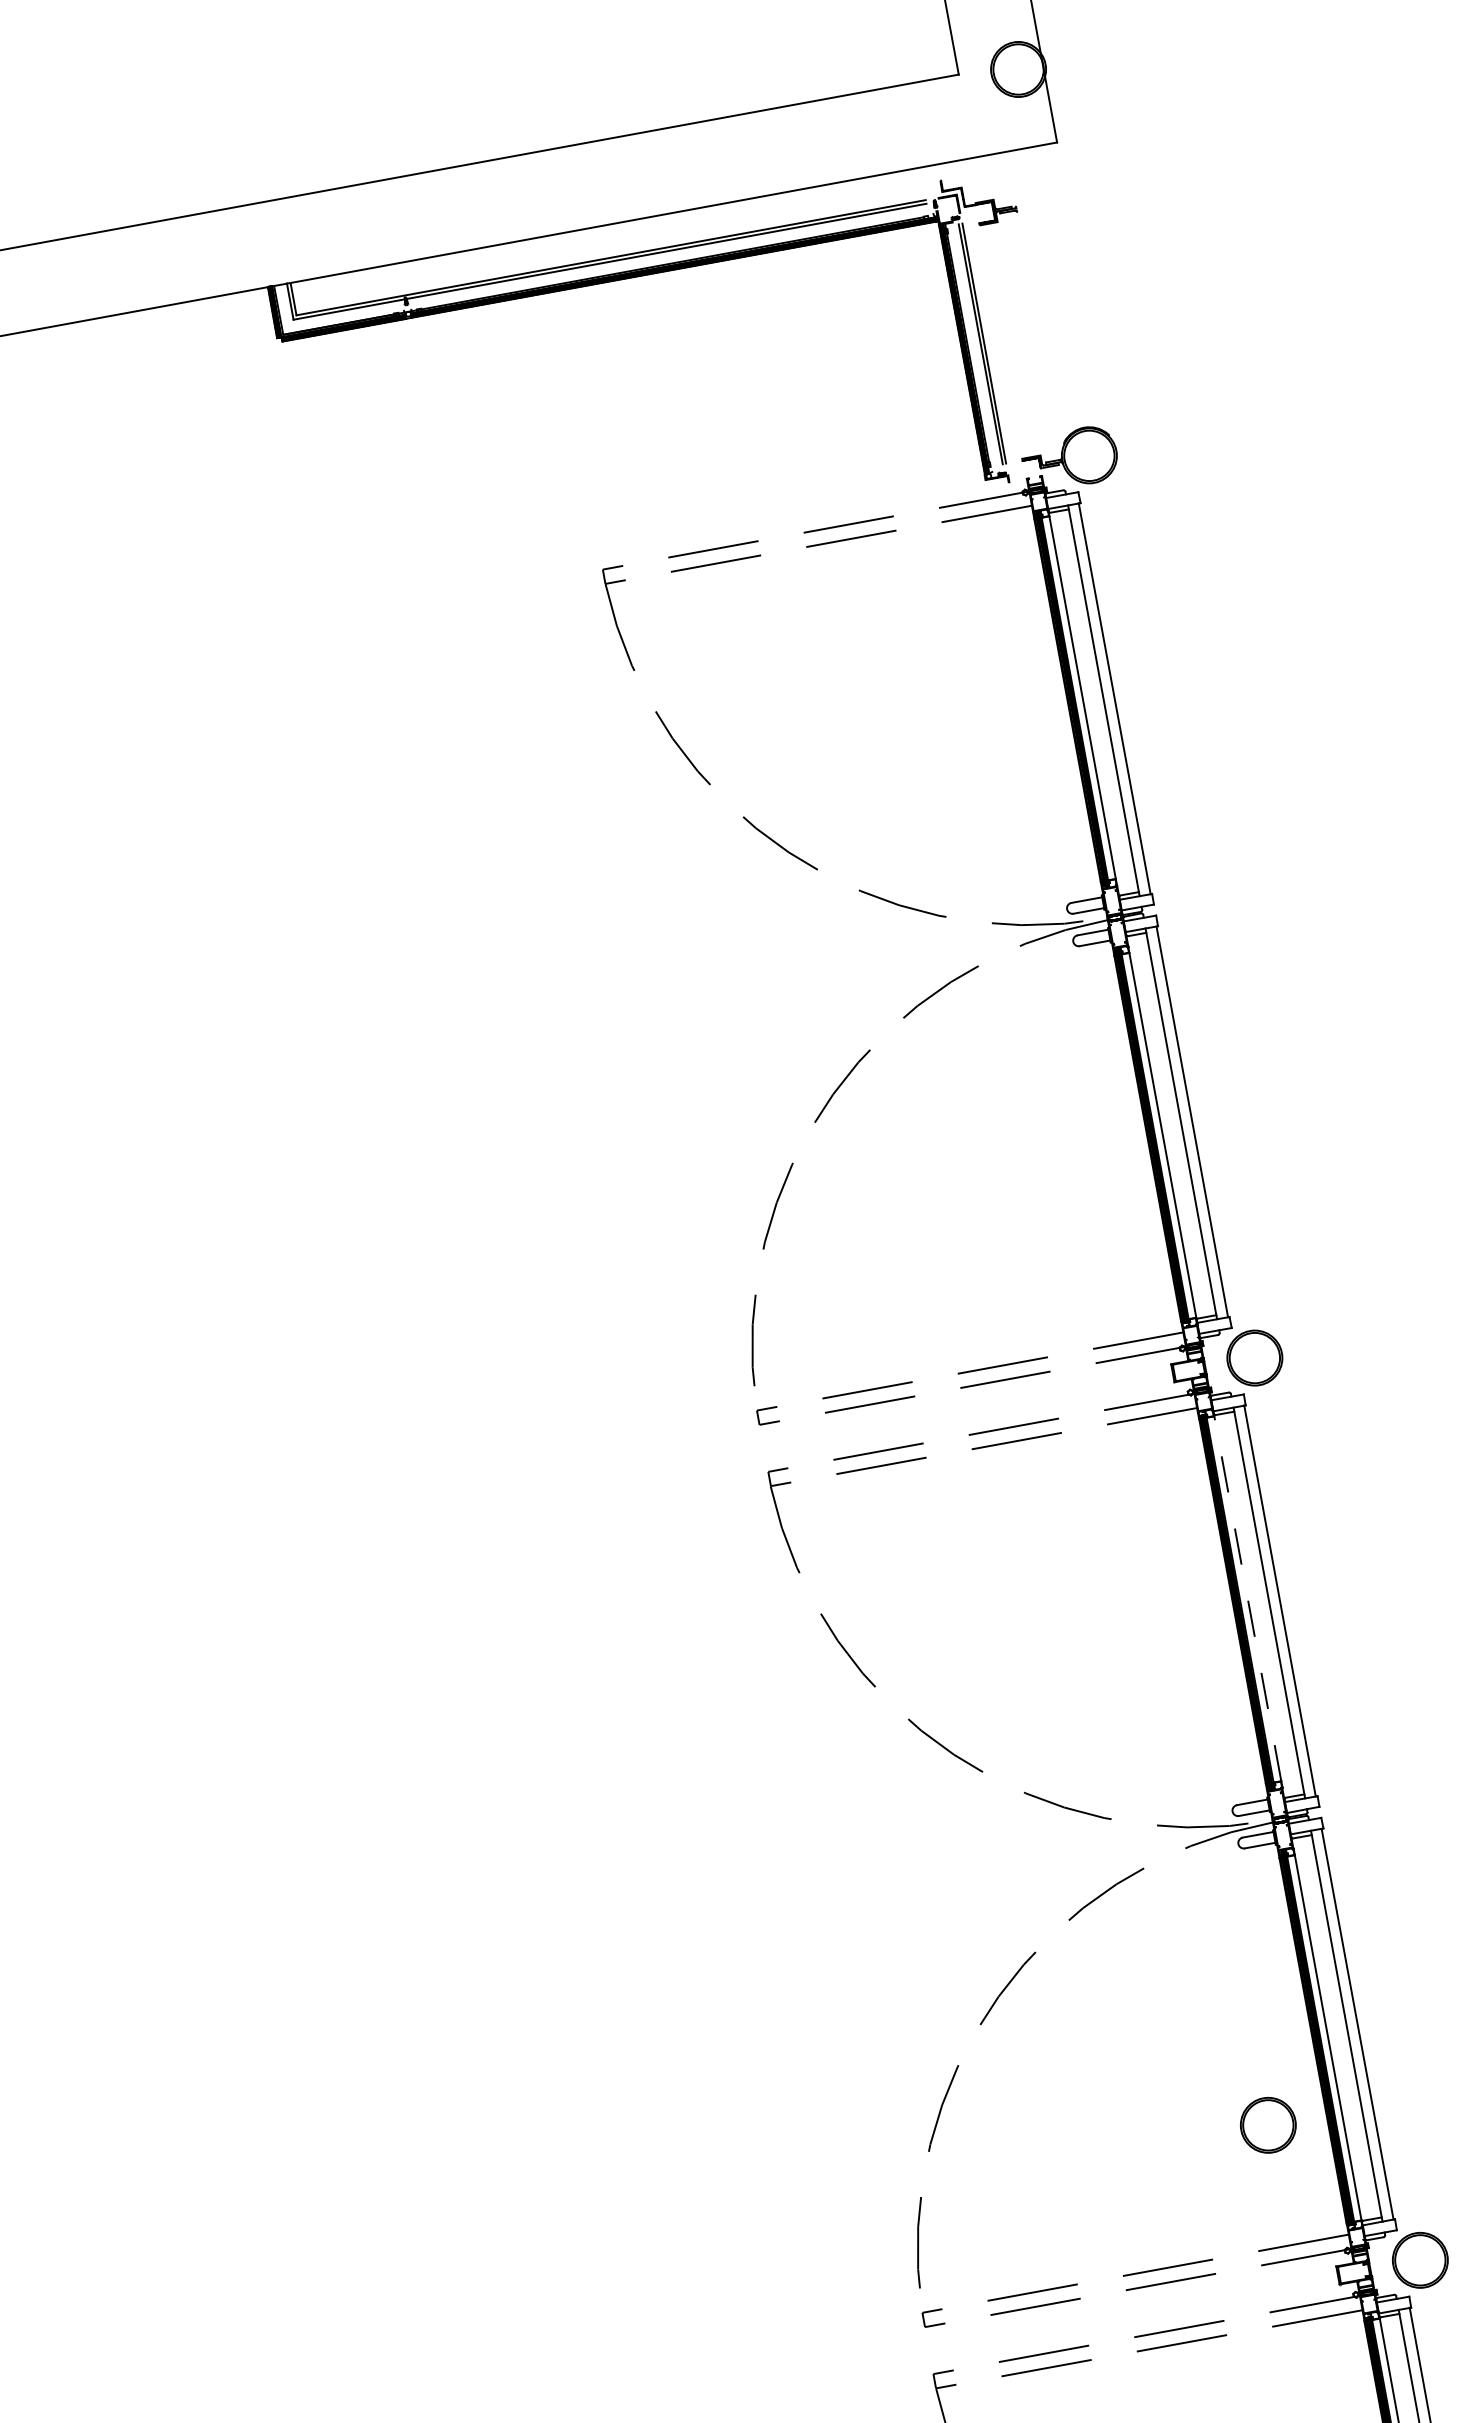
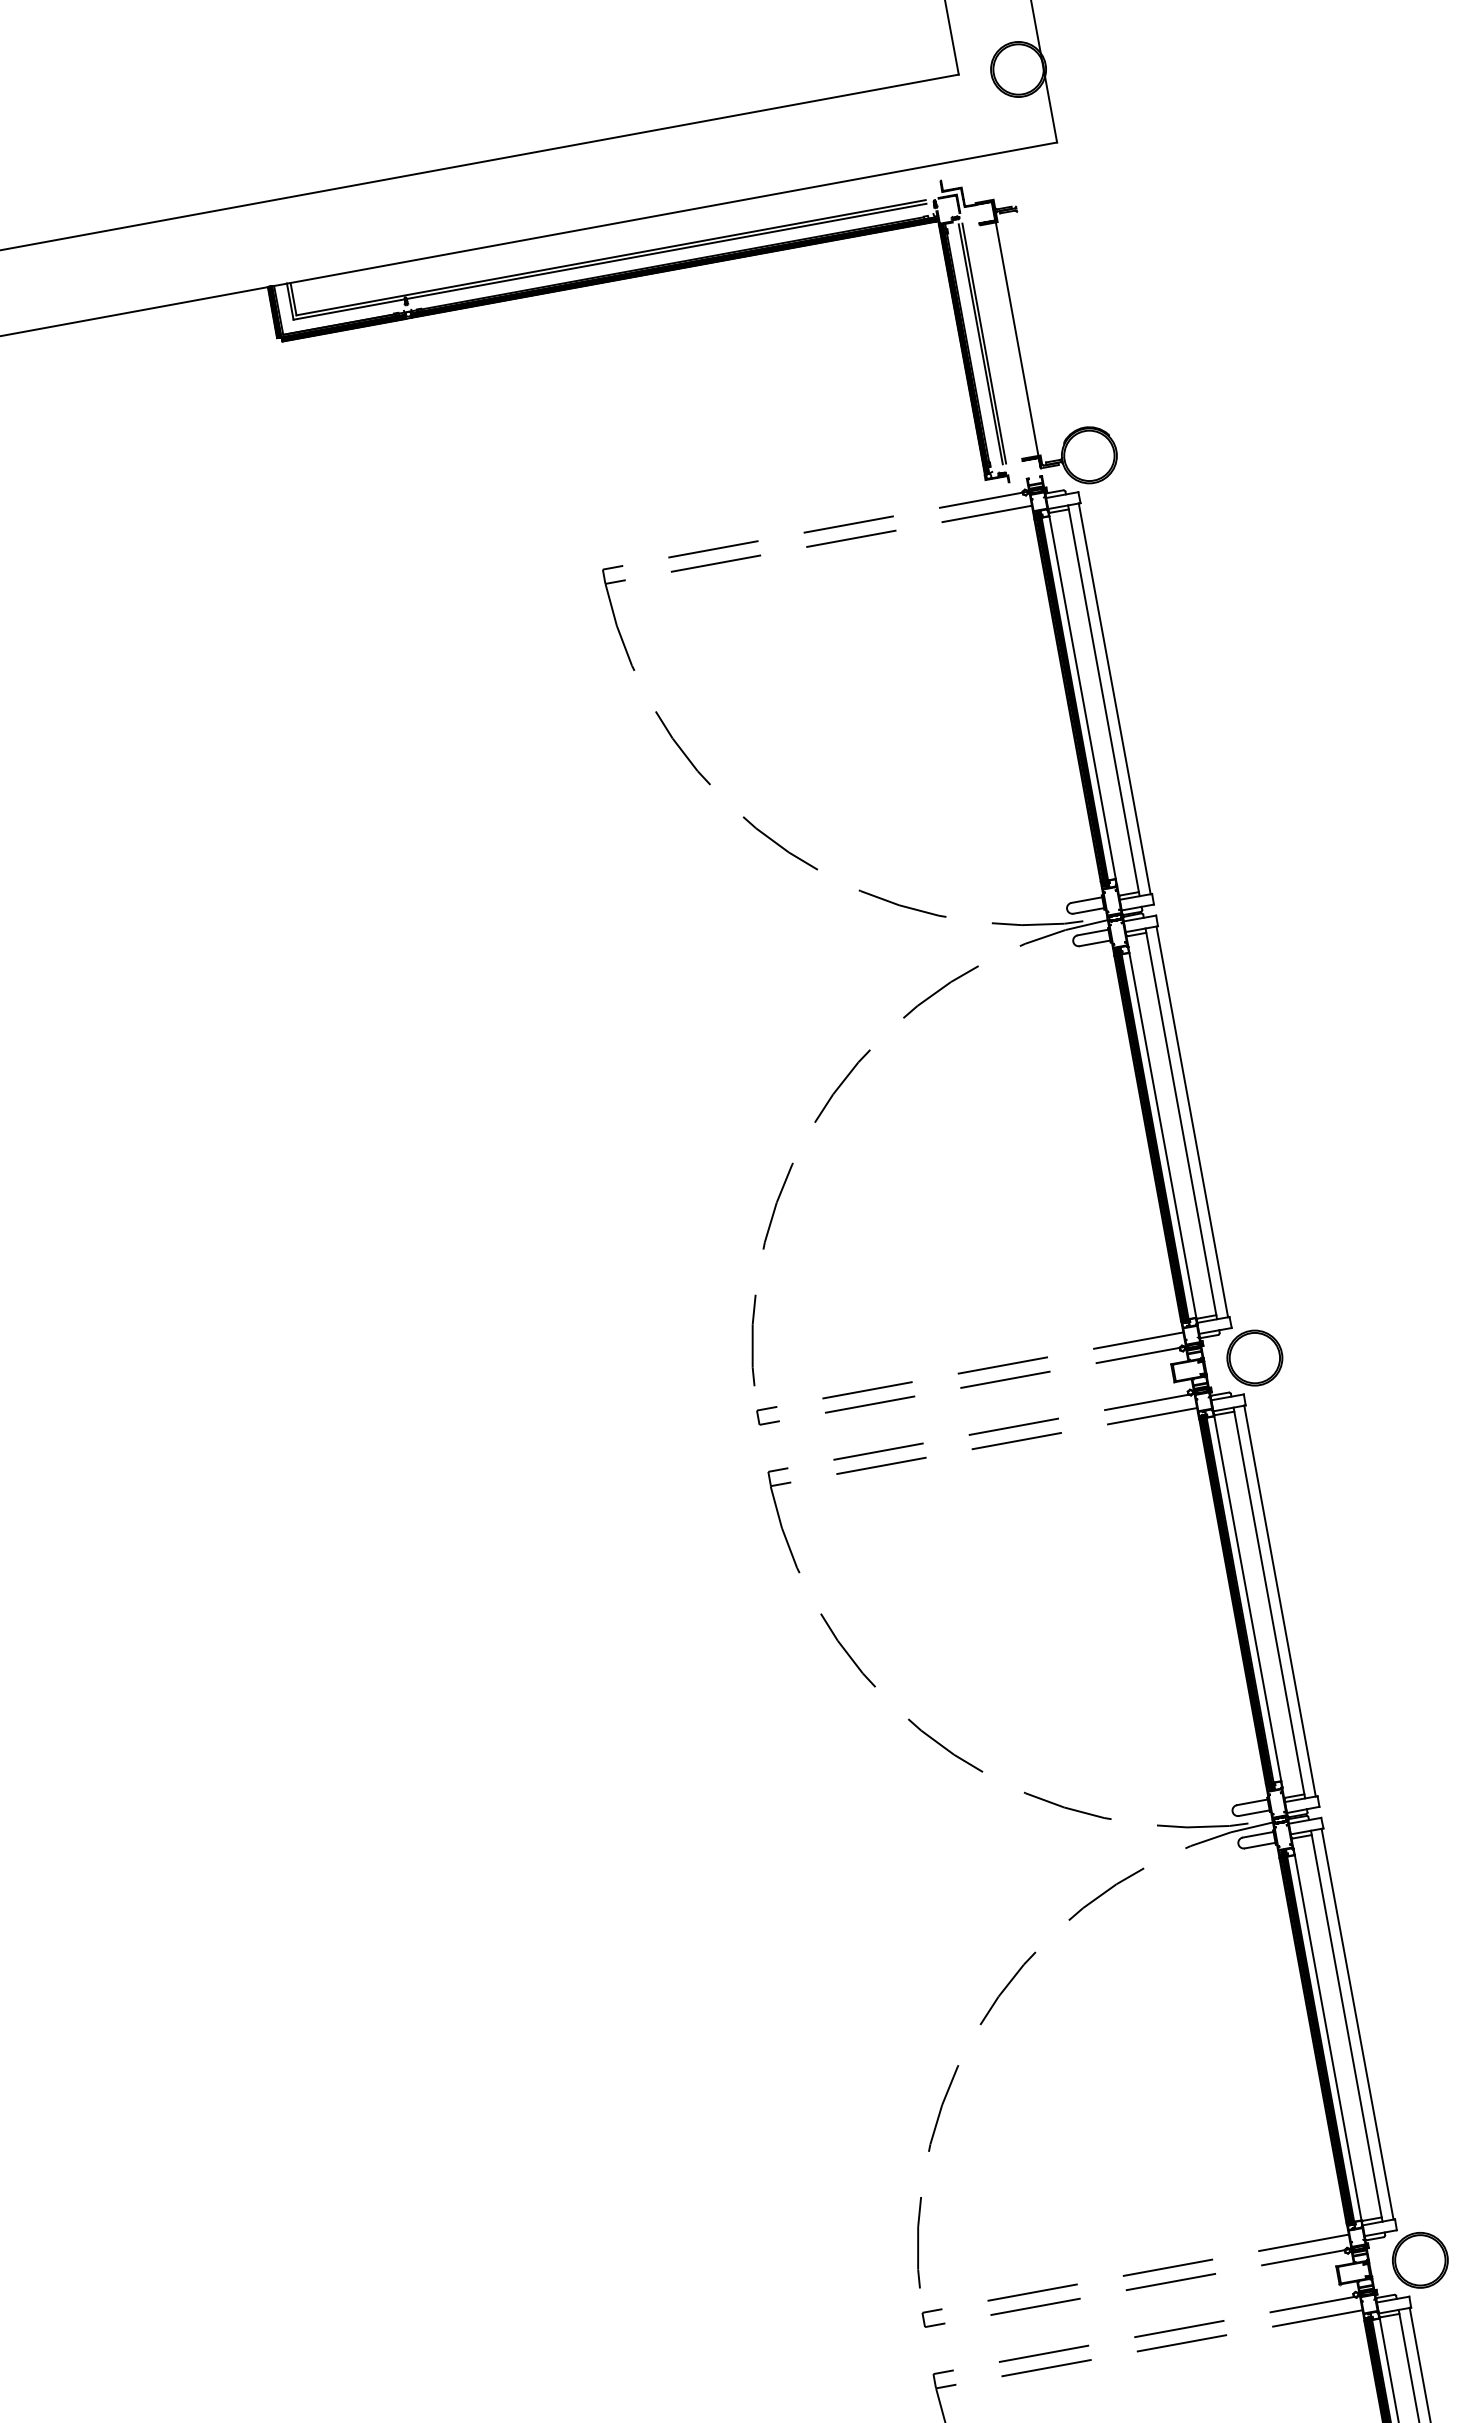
line at (1016, 339): none -> present
line at (1247, 1598): dashed -> solid
part at (1268, 2125): present -> none
